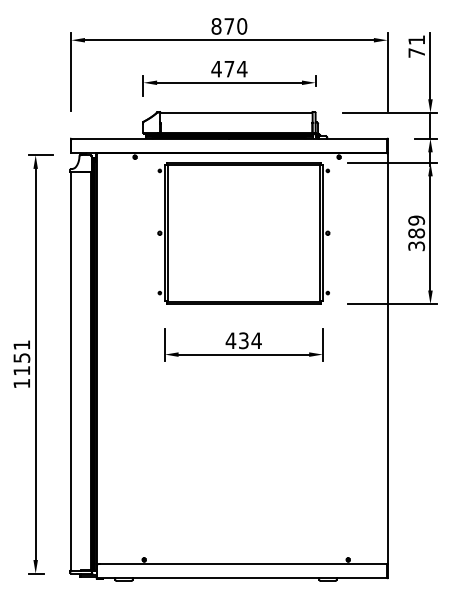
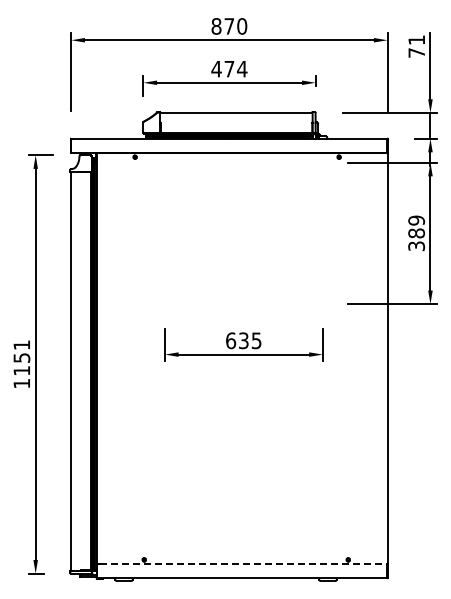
part at (243, 233): present -> none
text at (243, 340): 434 -> 635
line at (244, 564): solid -> dashed
